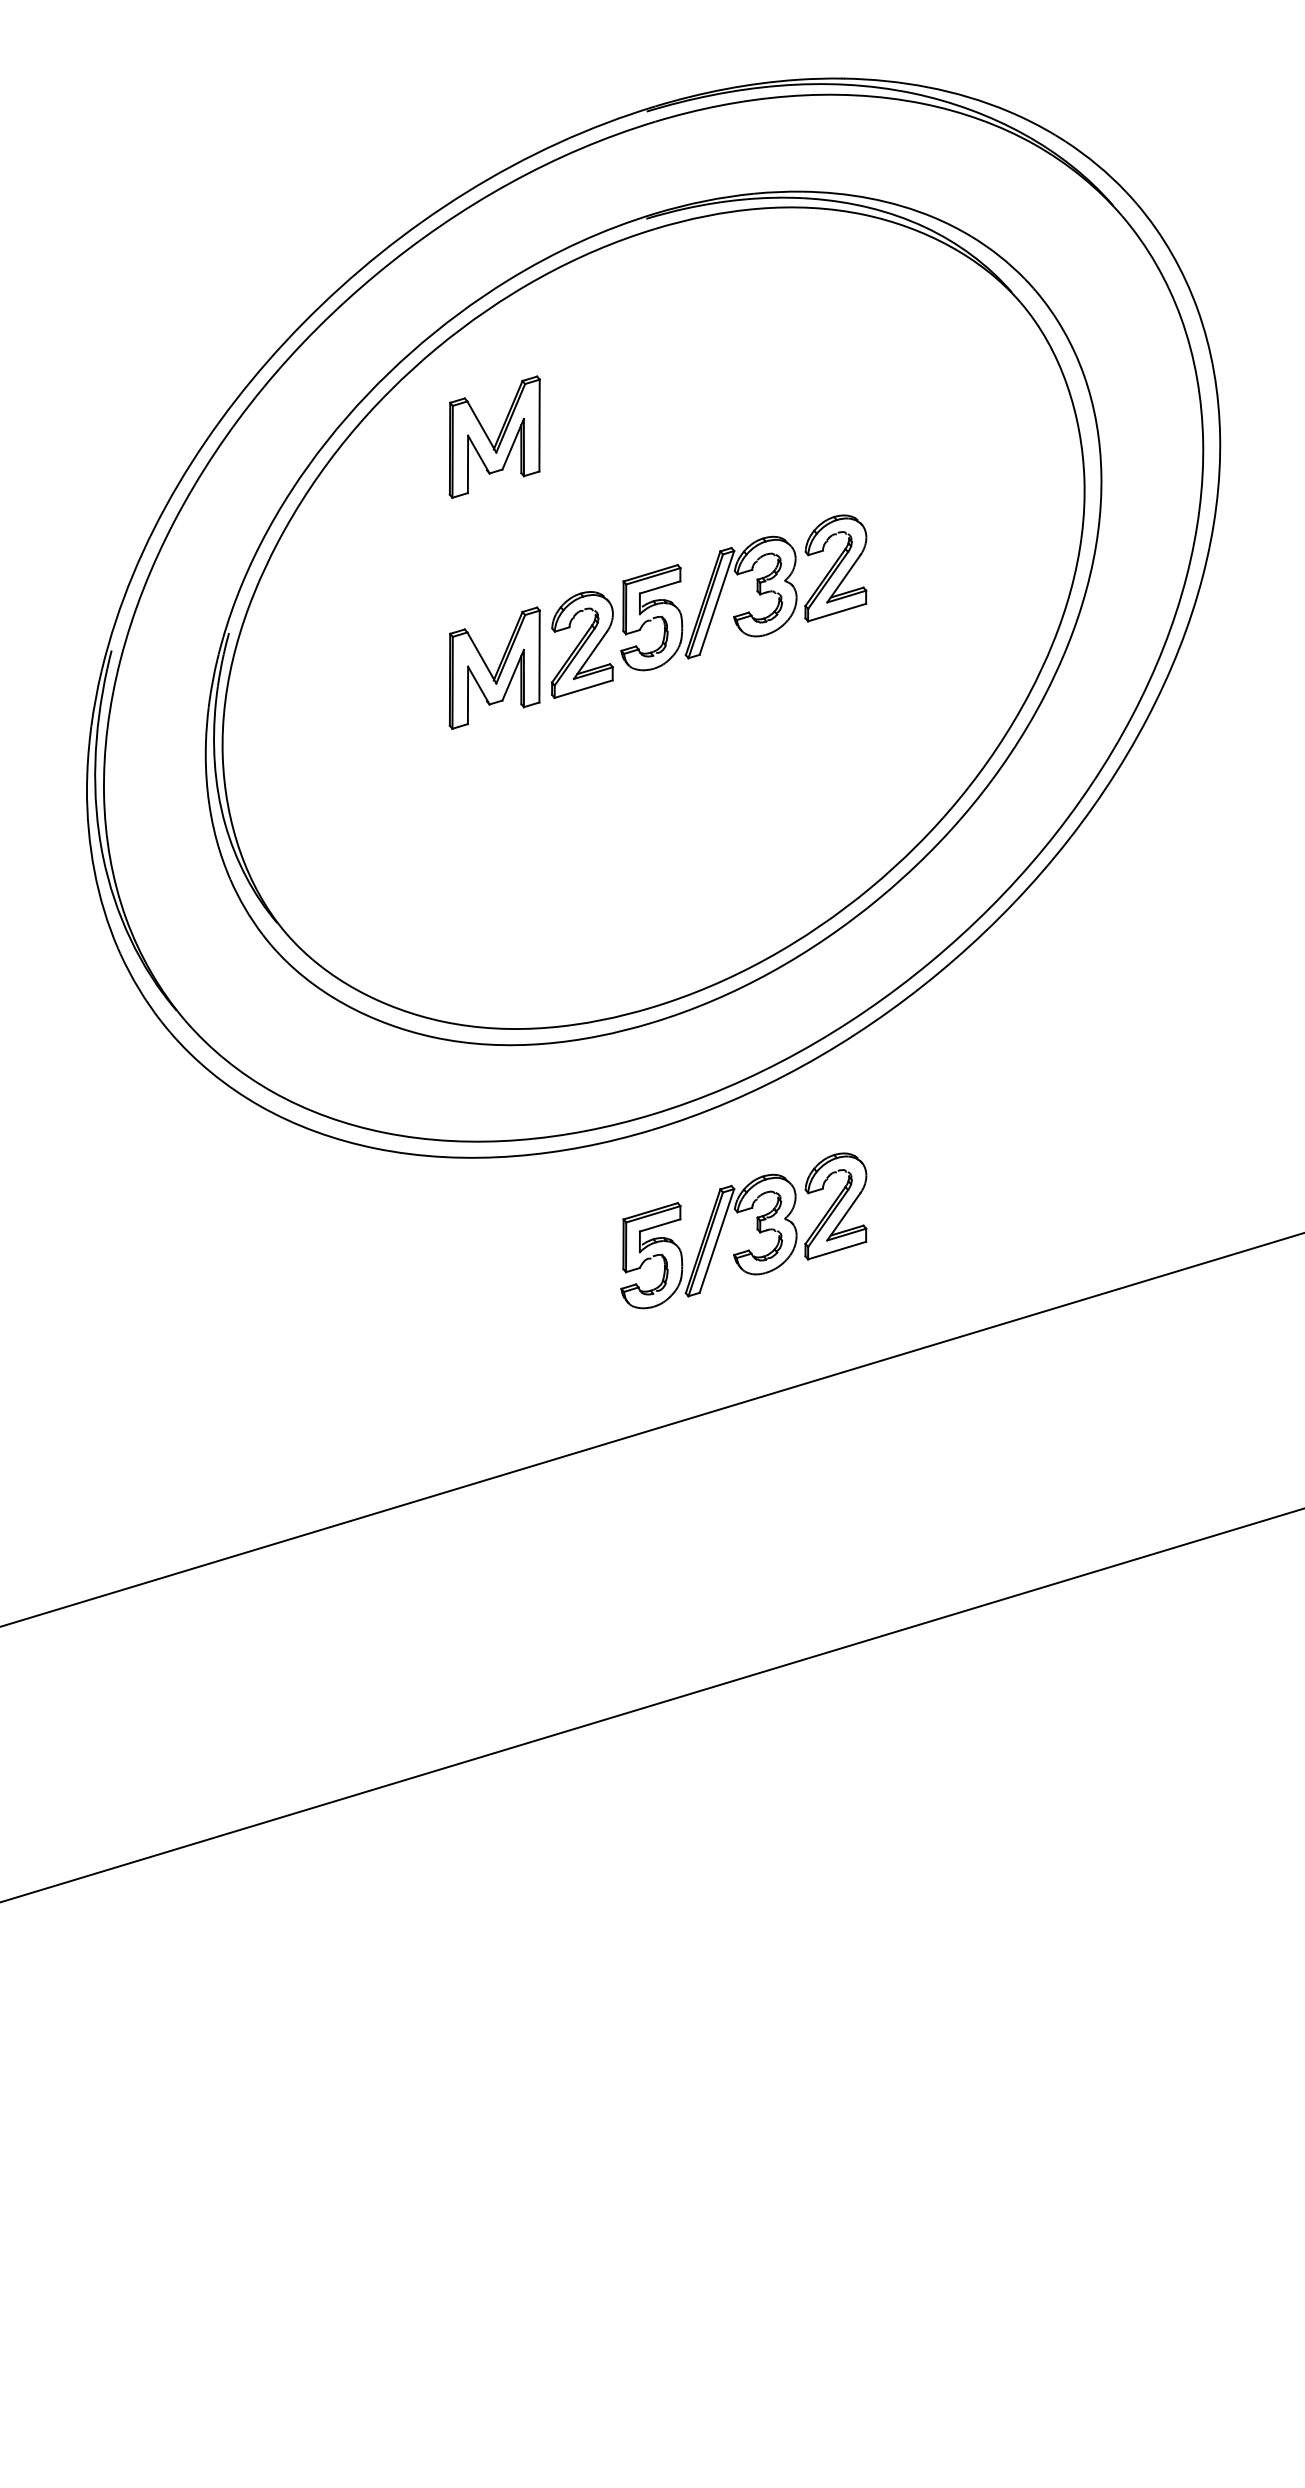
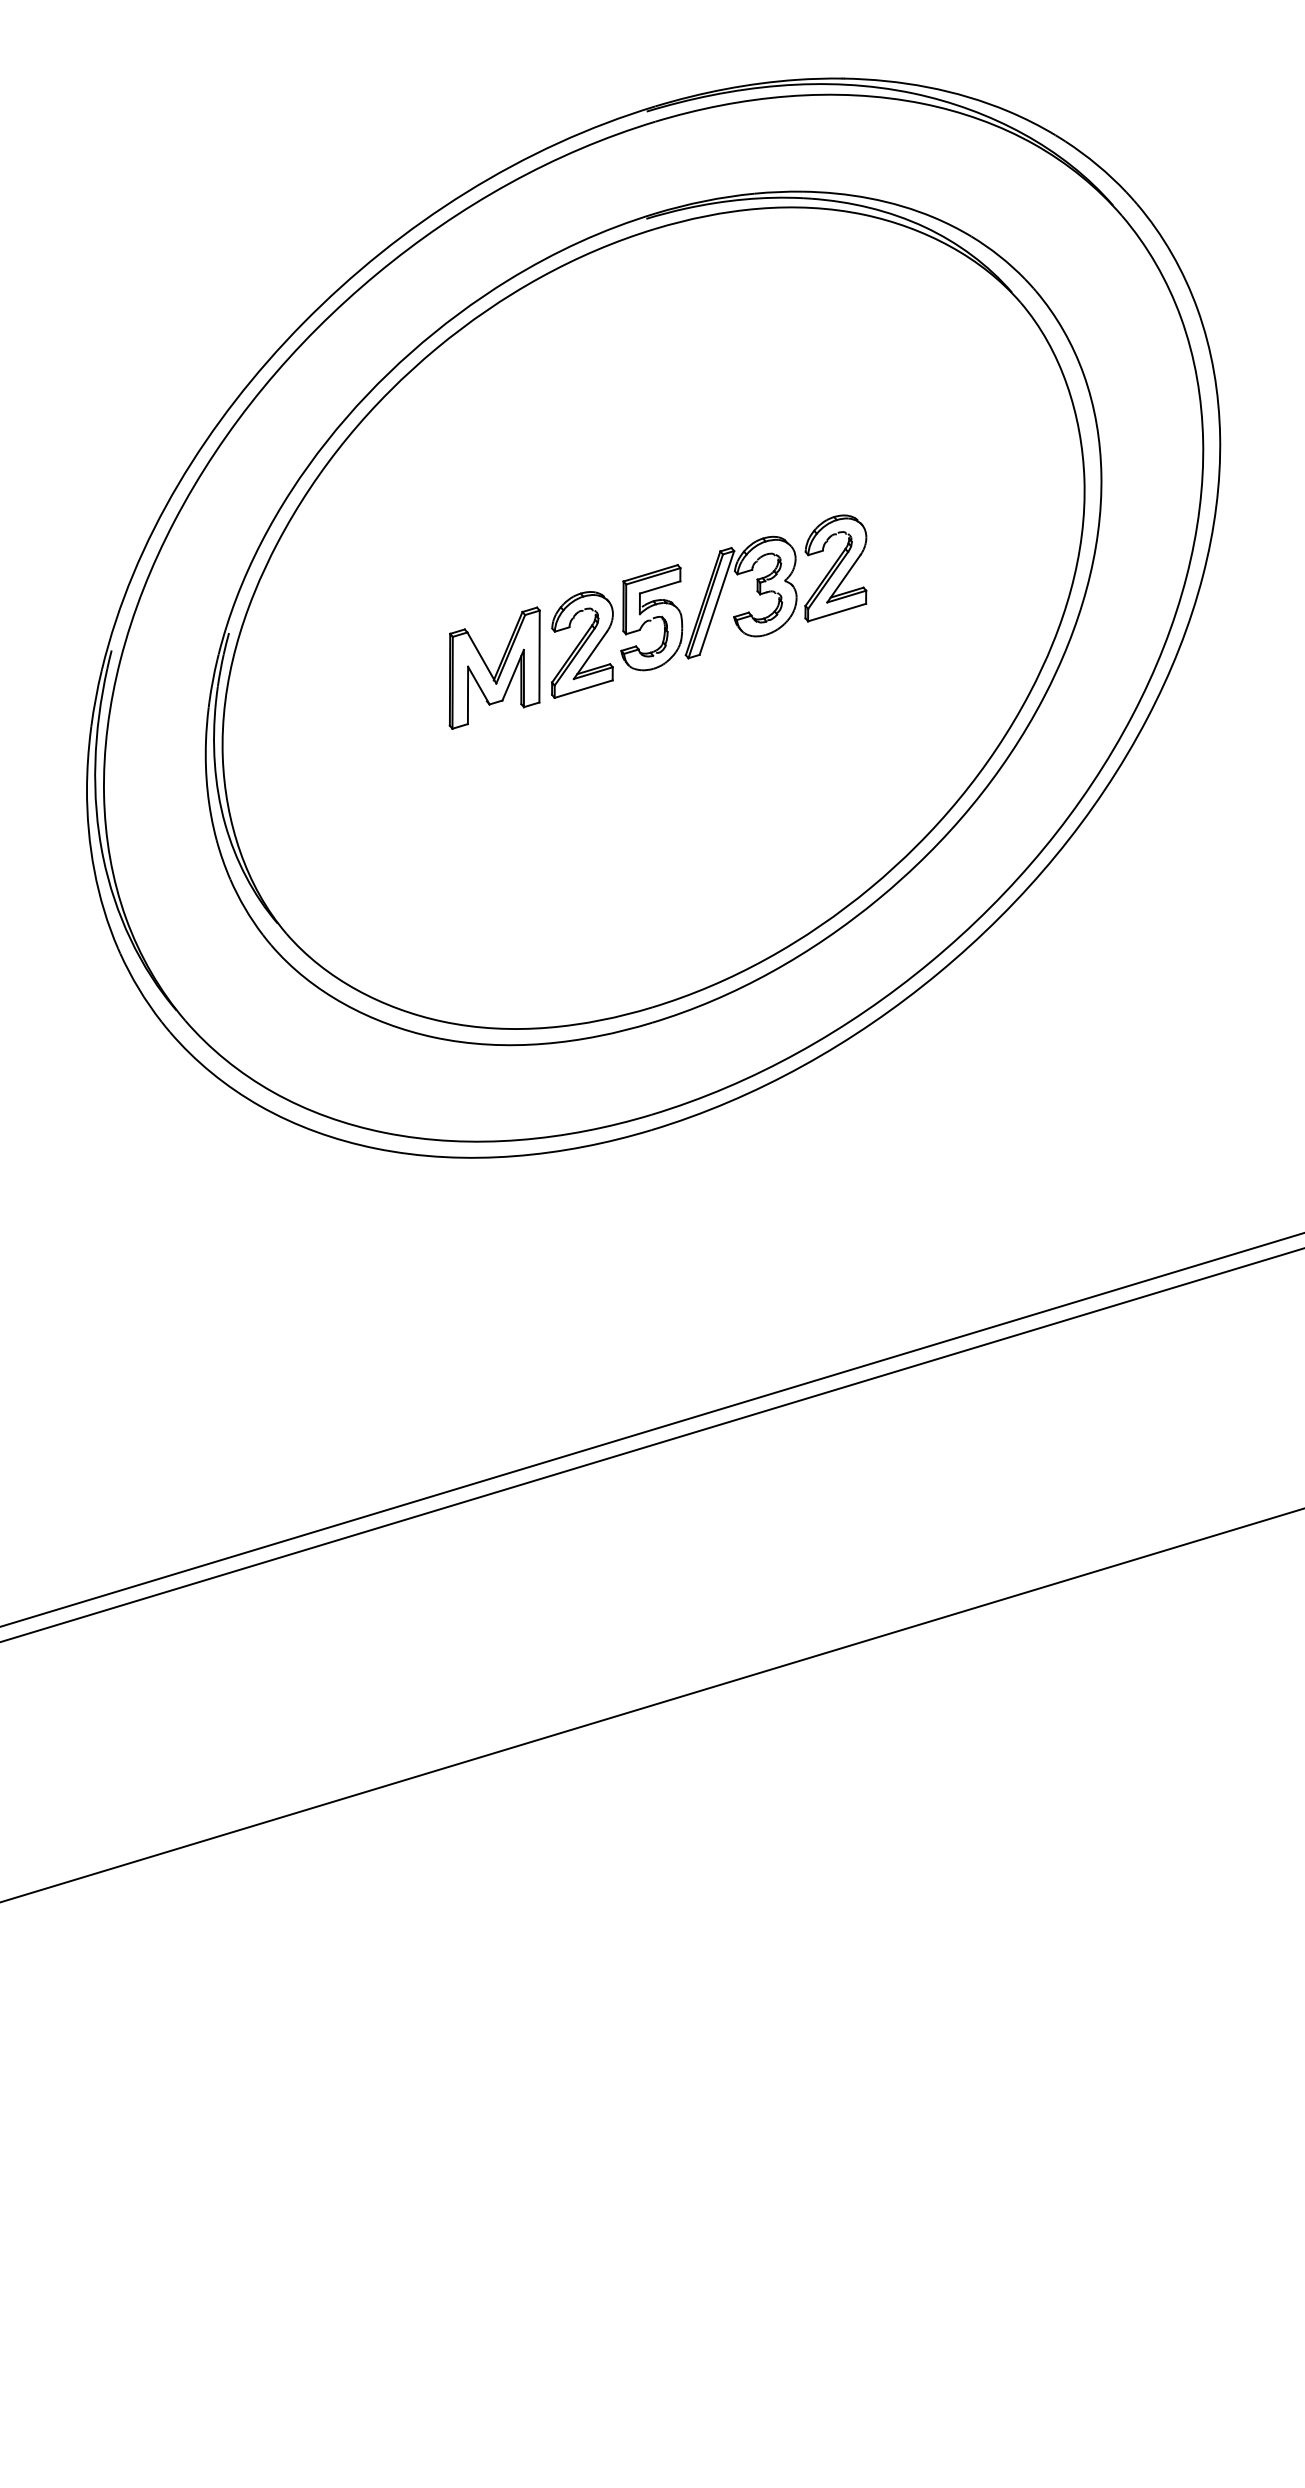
part at (494, 436): present -> none
part at (756, 1229): present -> none
line at (651, 1445): none -> present
